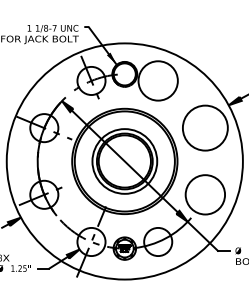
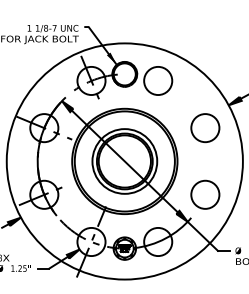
circle at (157, 80) diameter: 39 px -> 28 px
circle at (204, 127) diameter: 45 px -> 28 px
circle at (205, 194) diameter: 39 px -> 28 px
